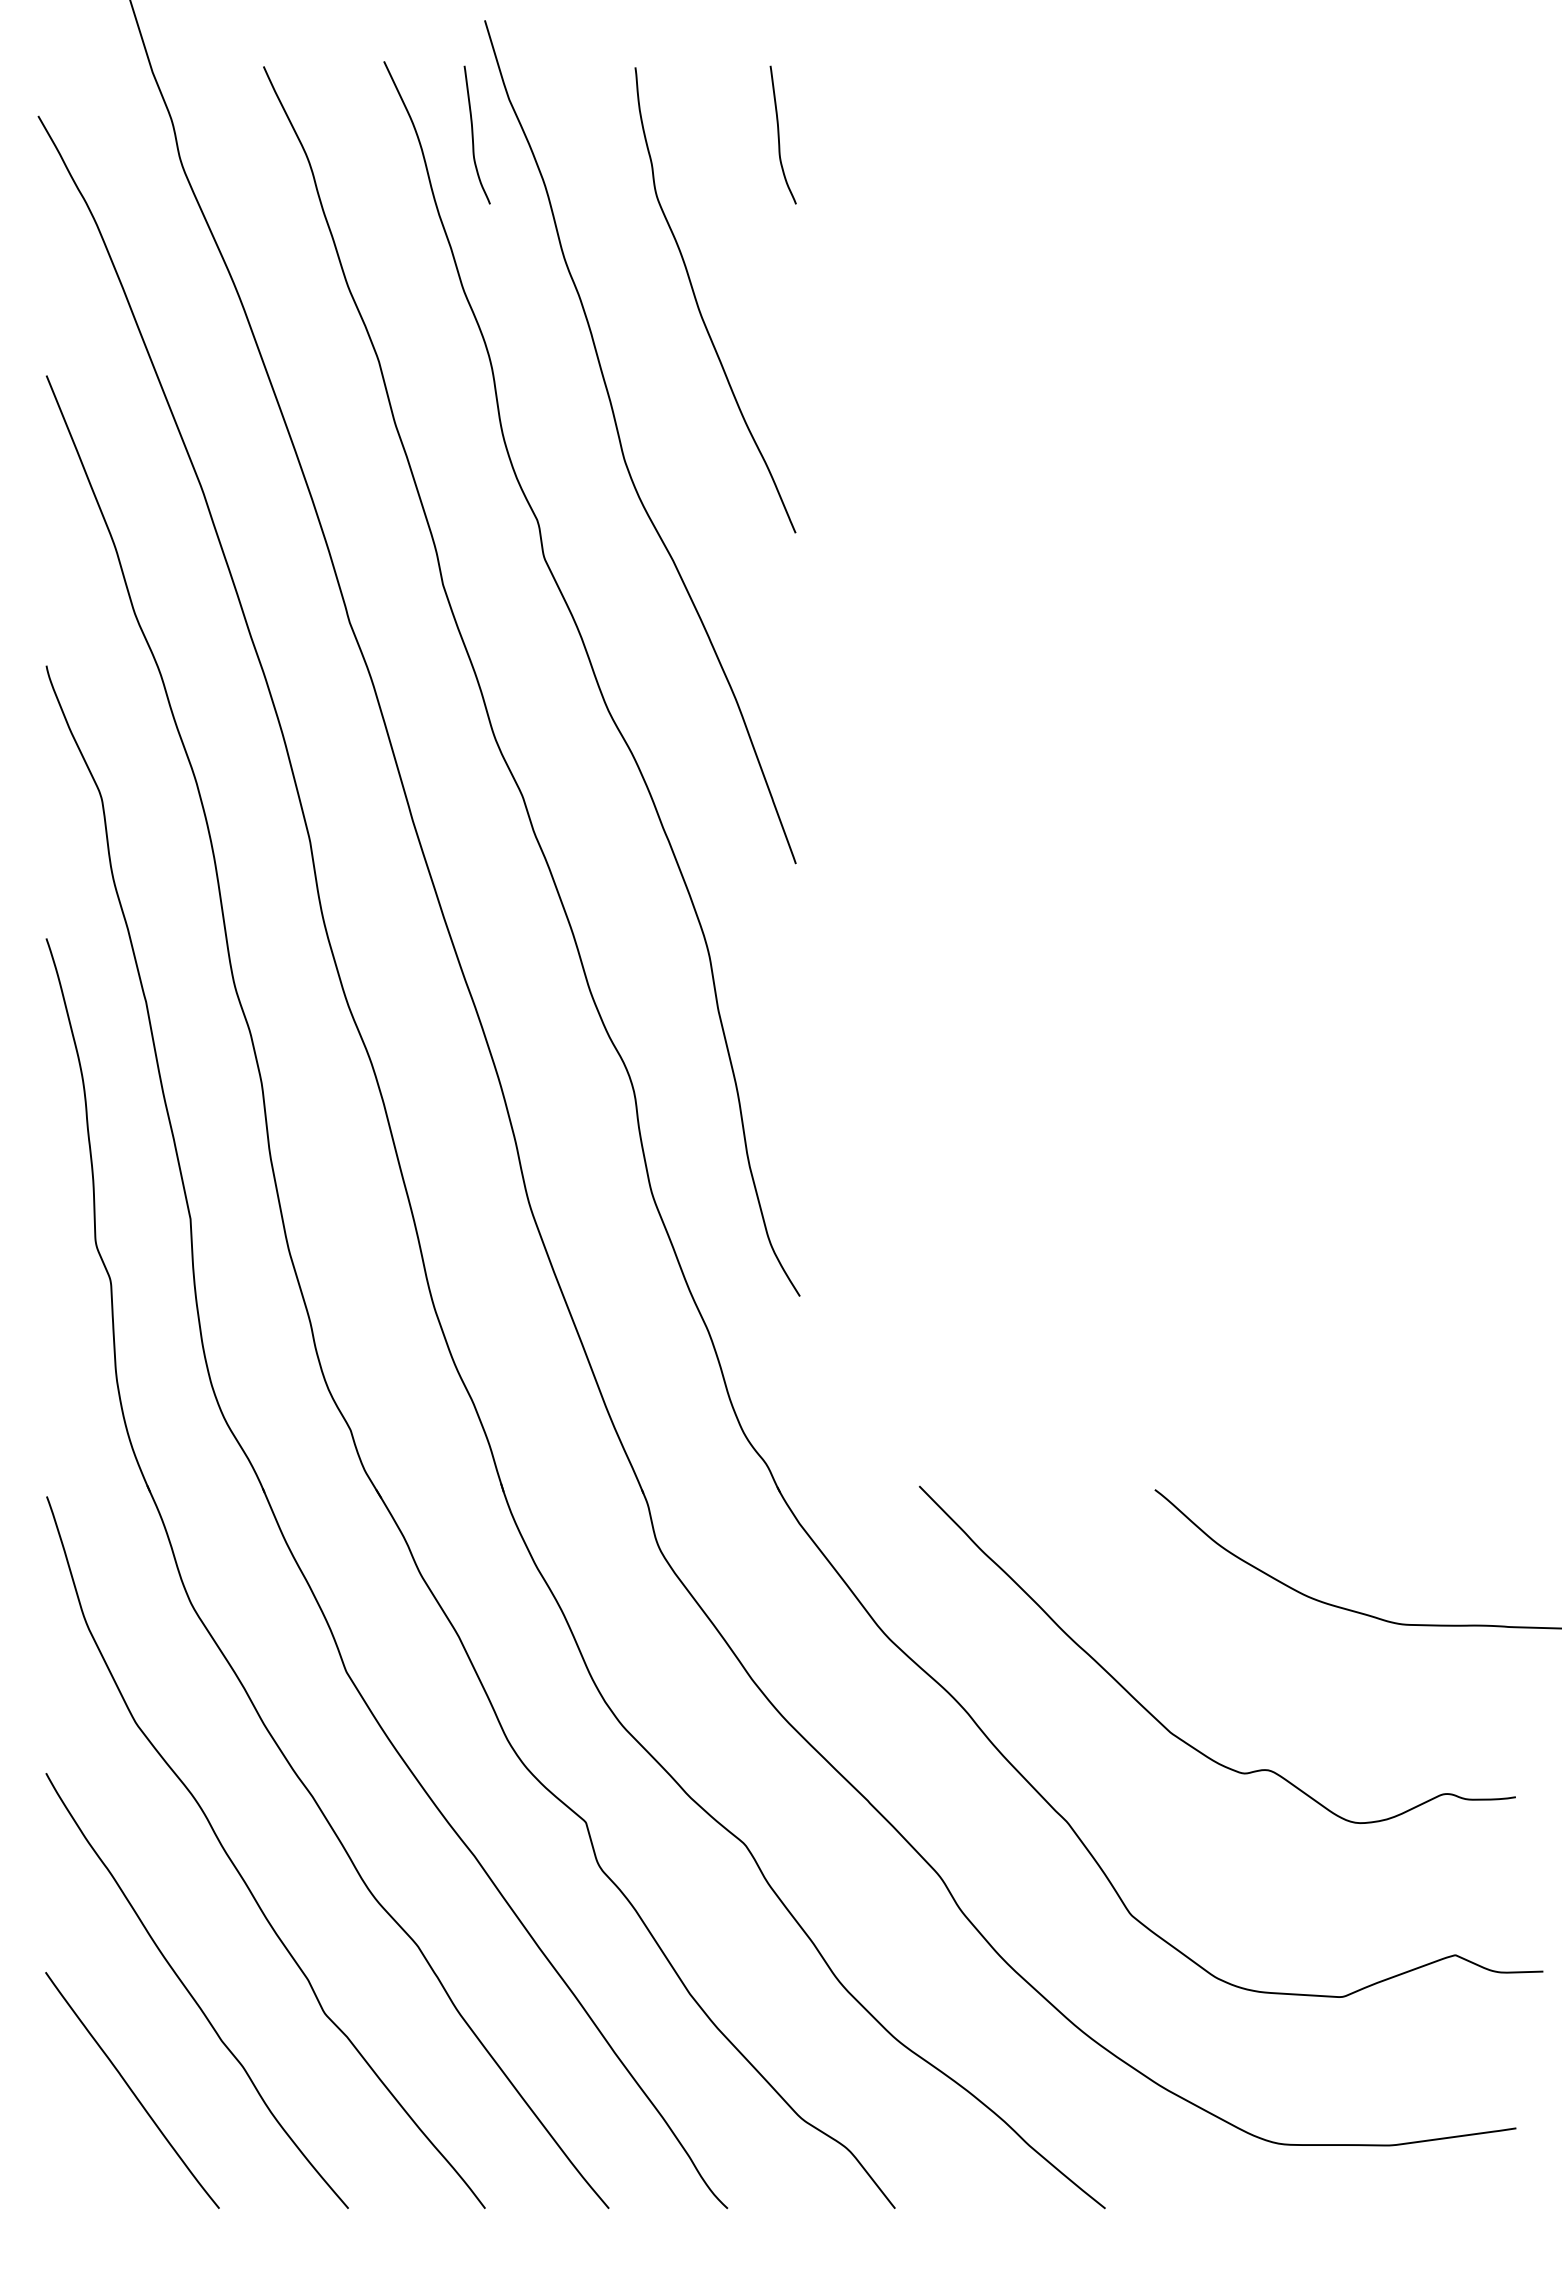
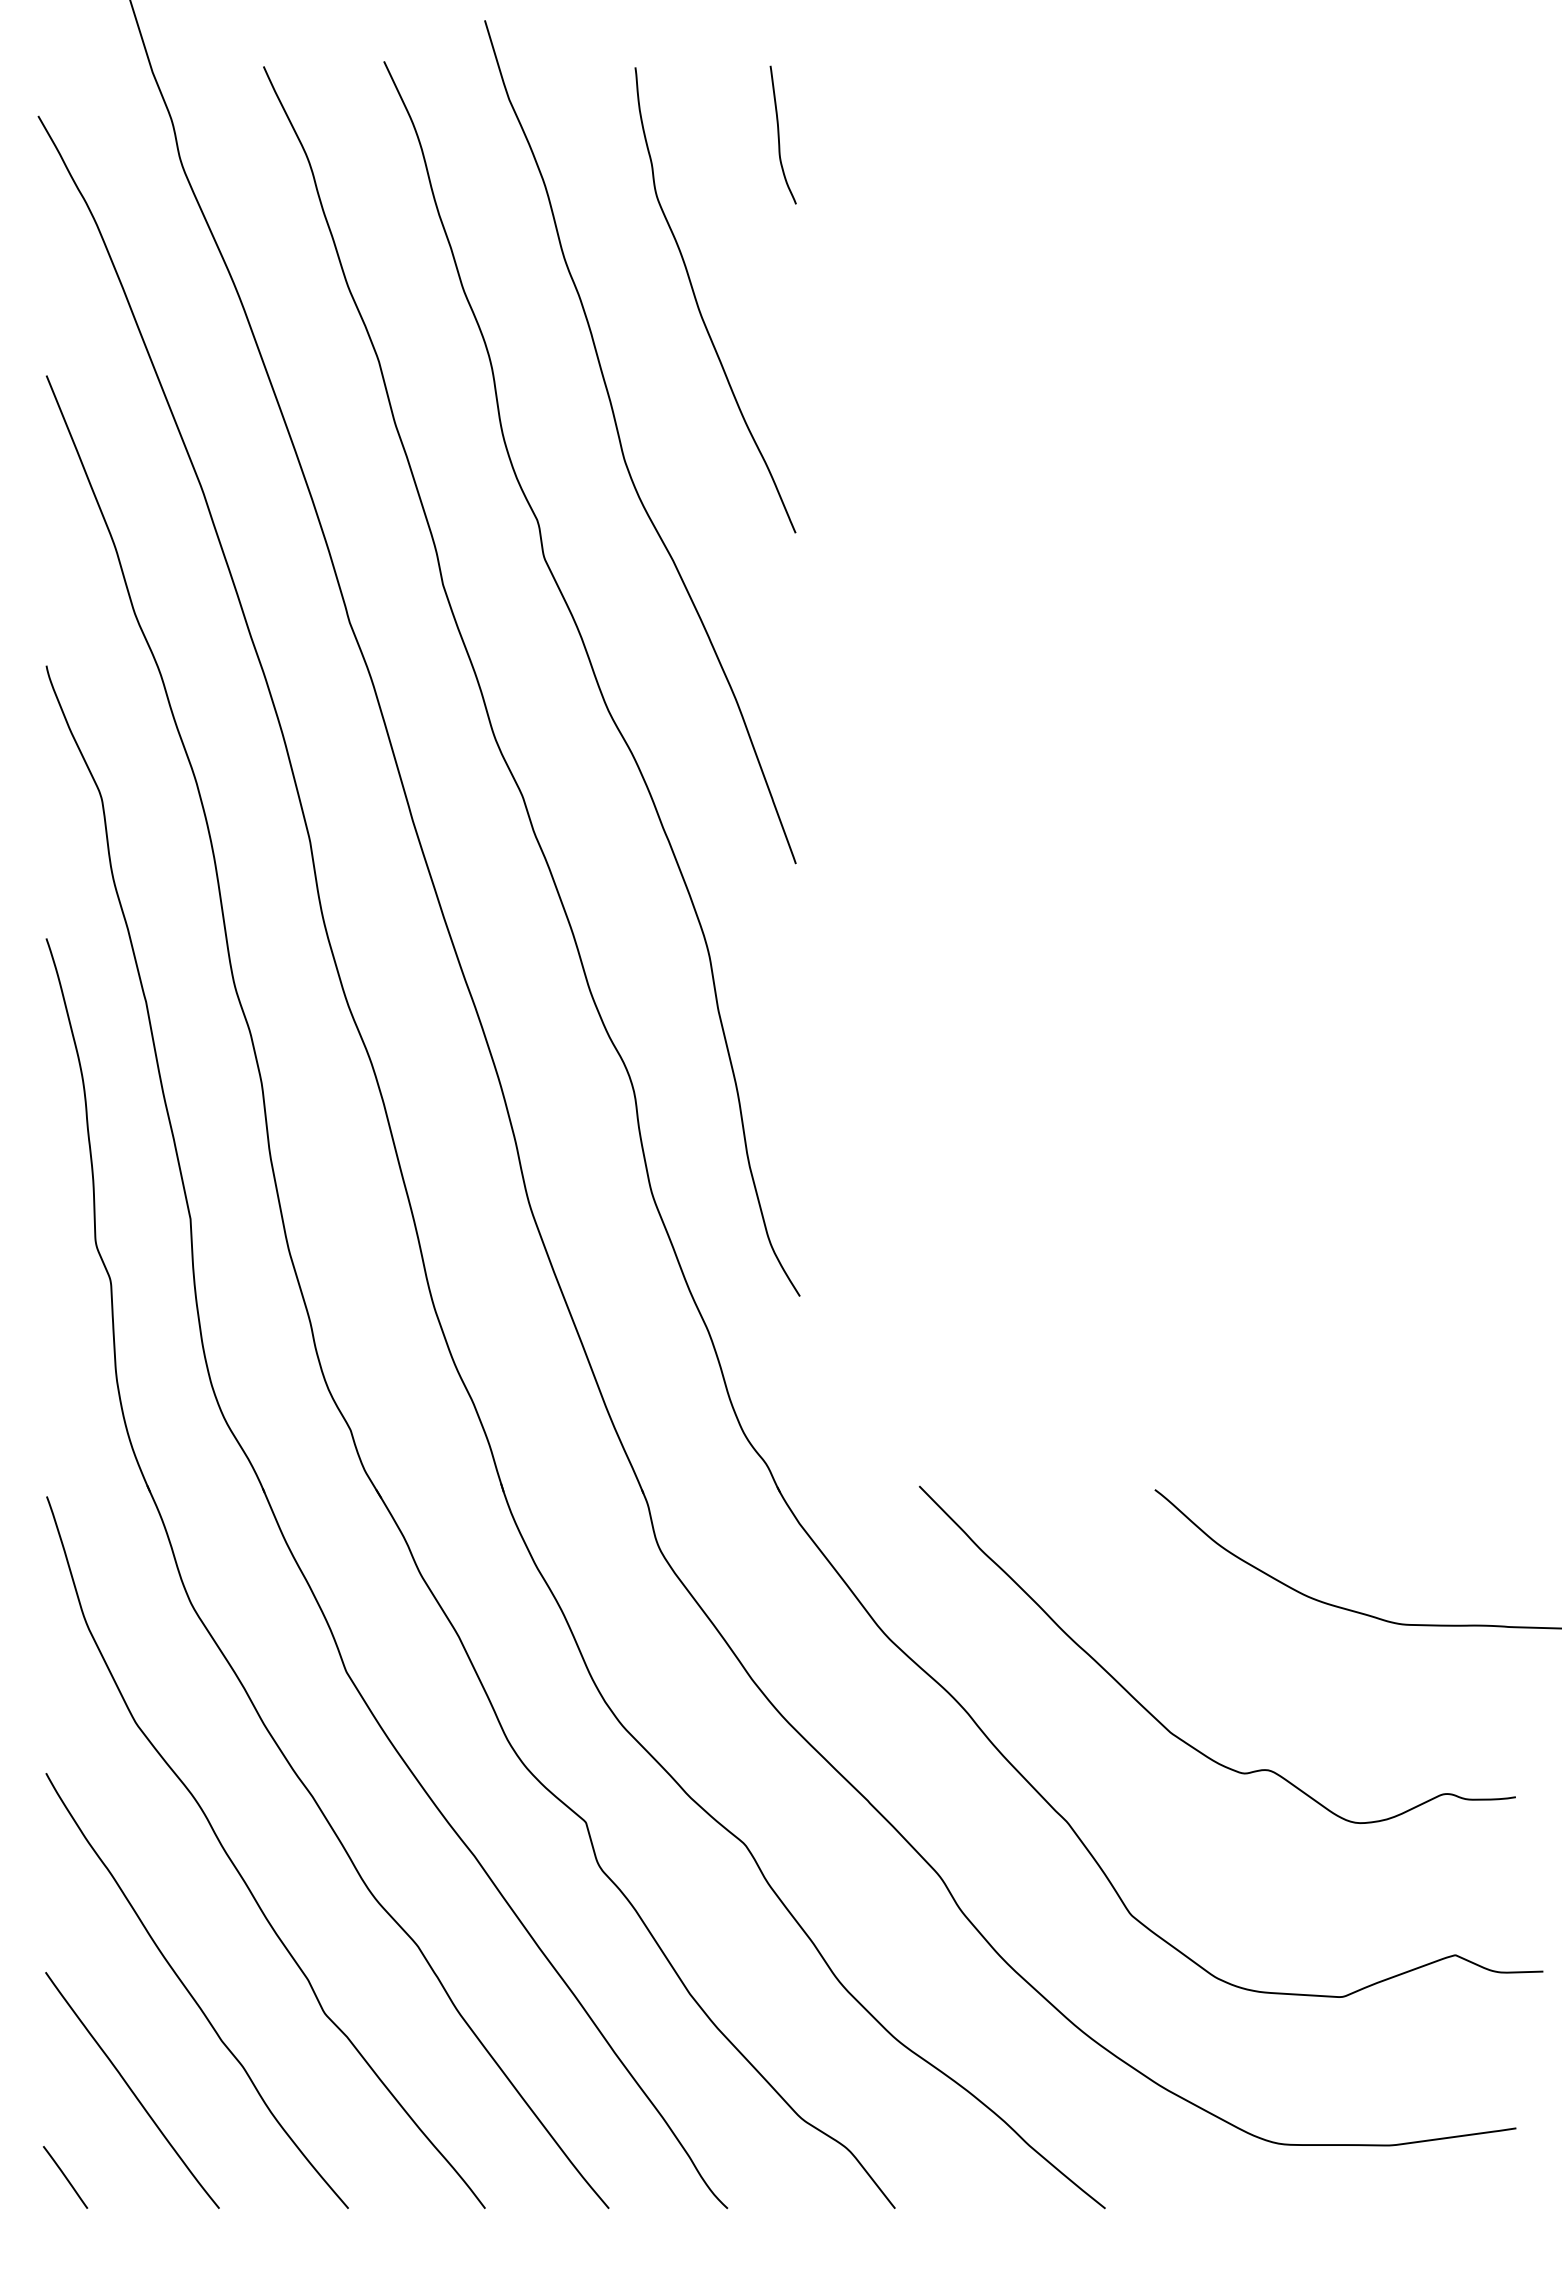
curve at (473, 134): present -> none
line at (65, 2177): none -> present
